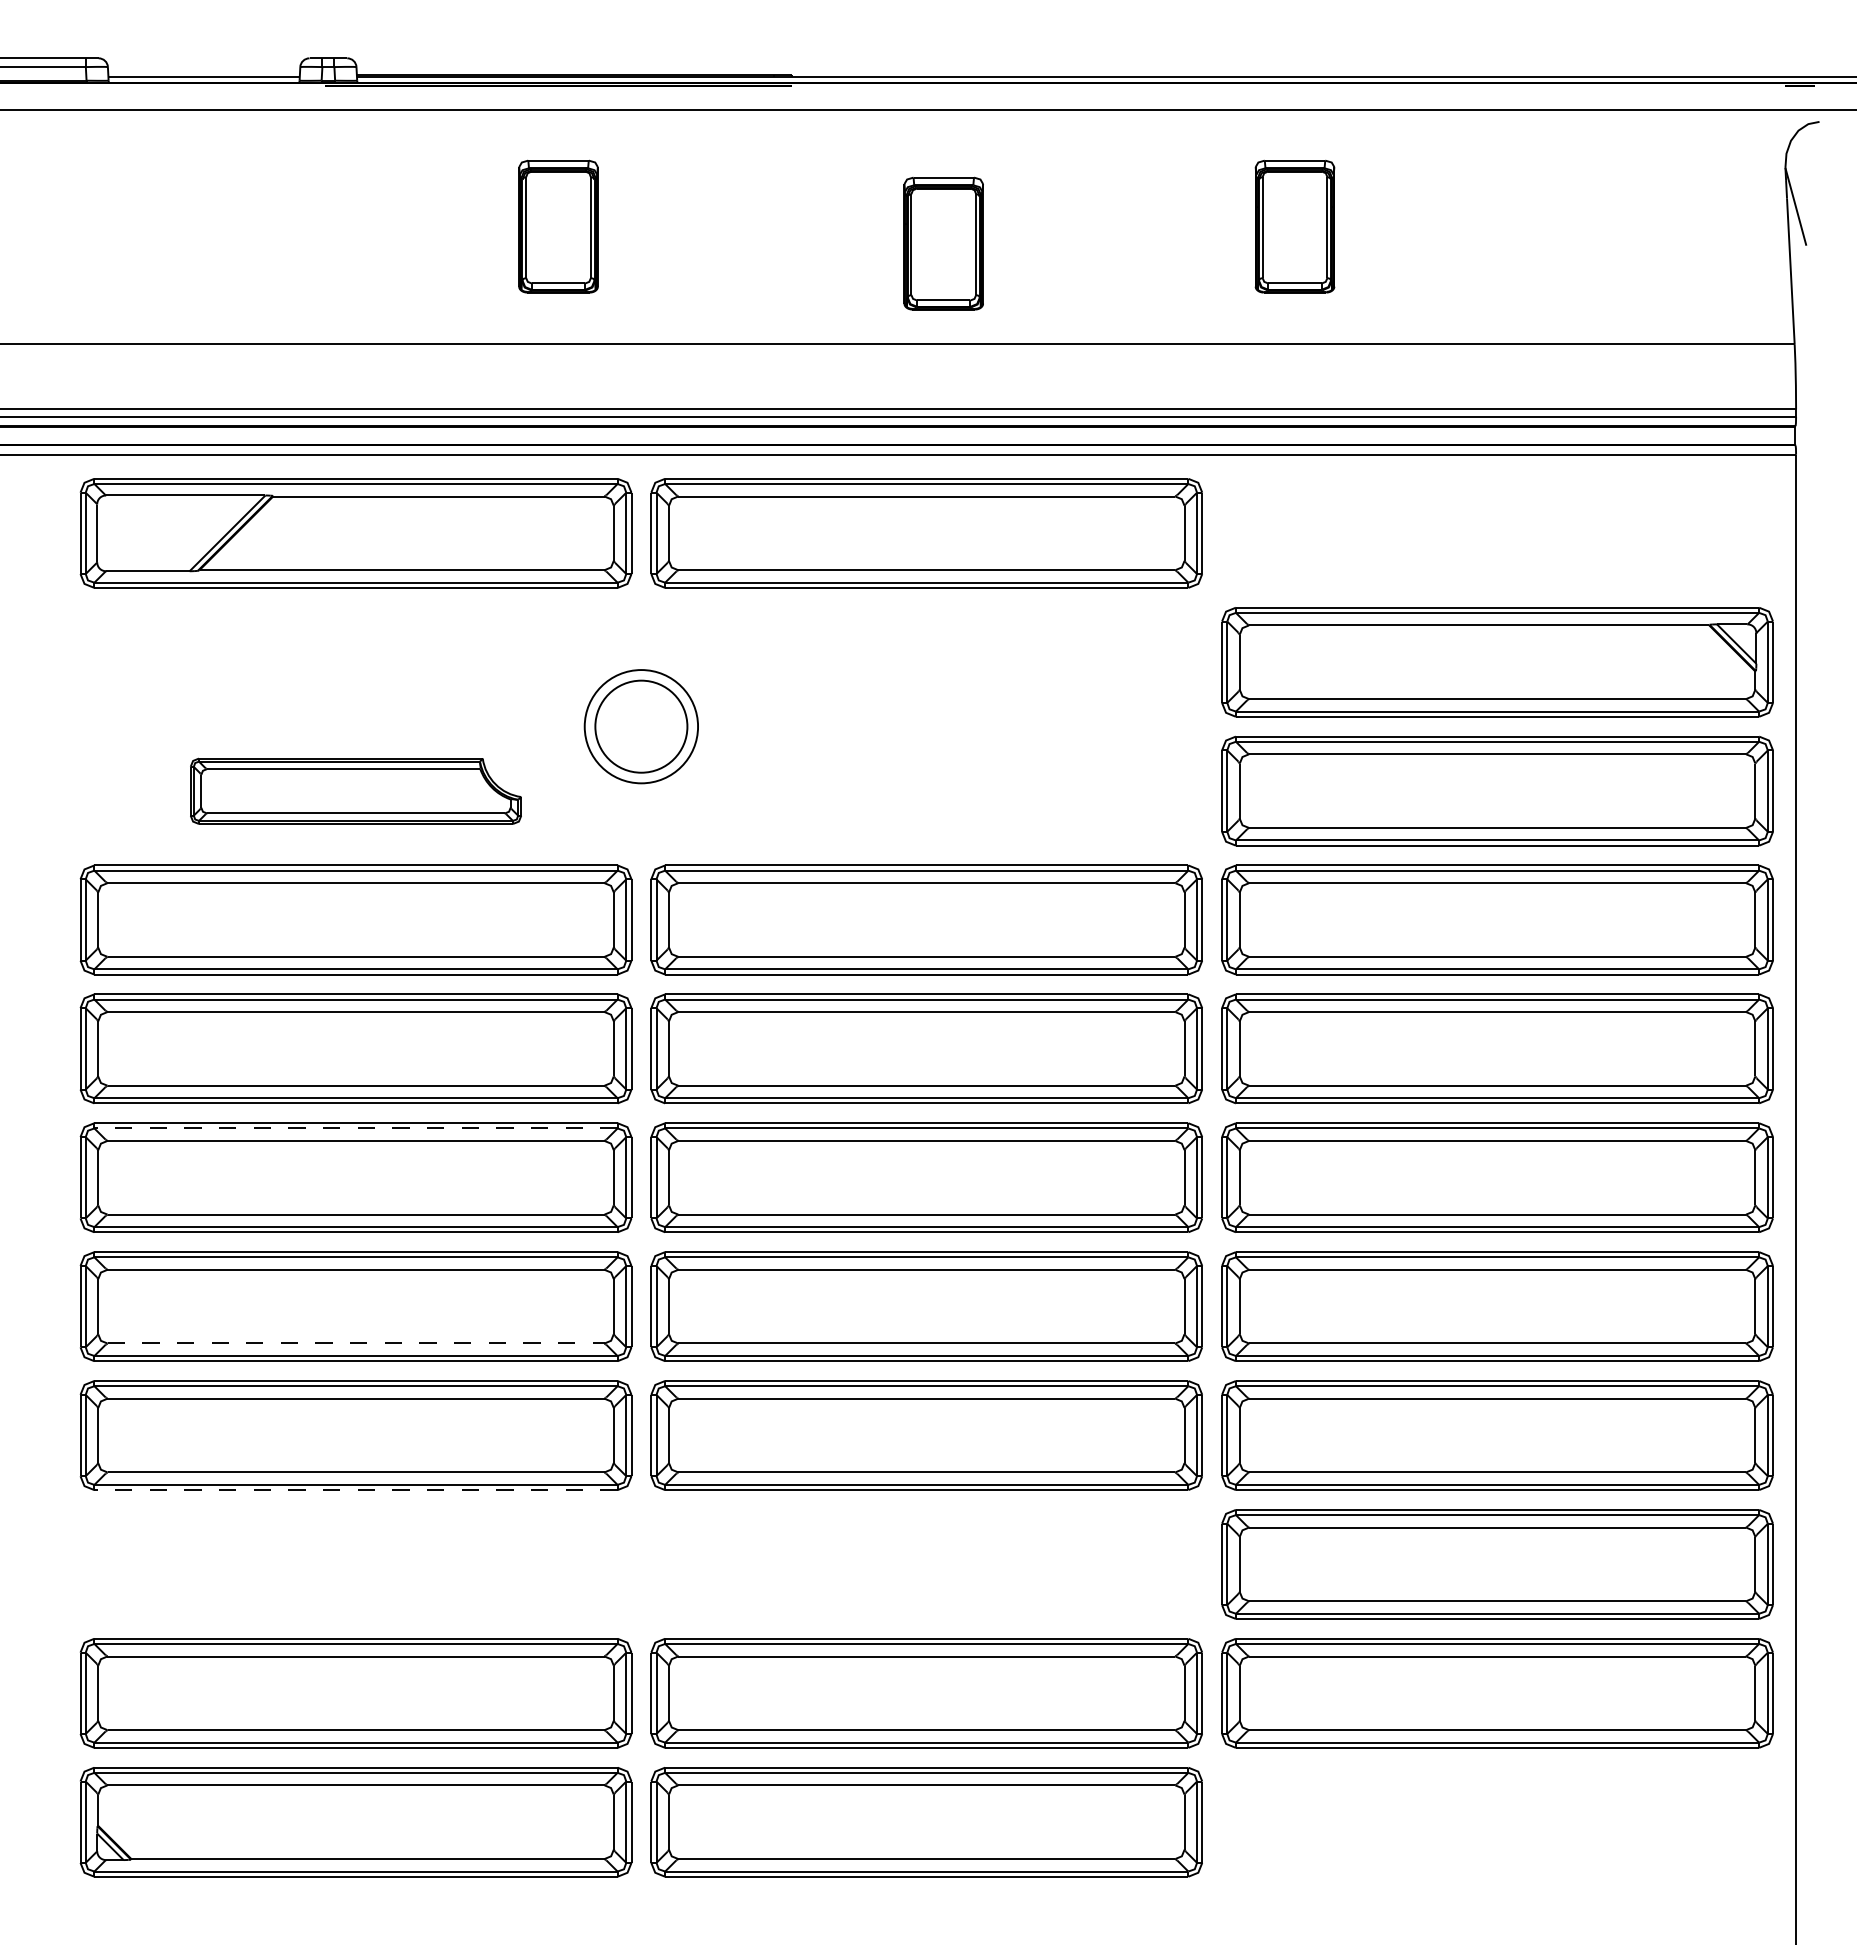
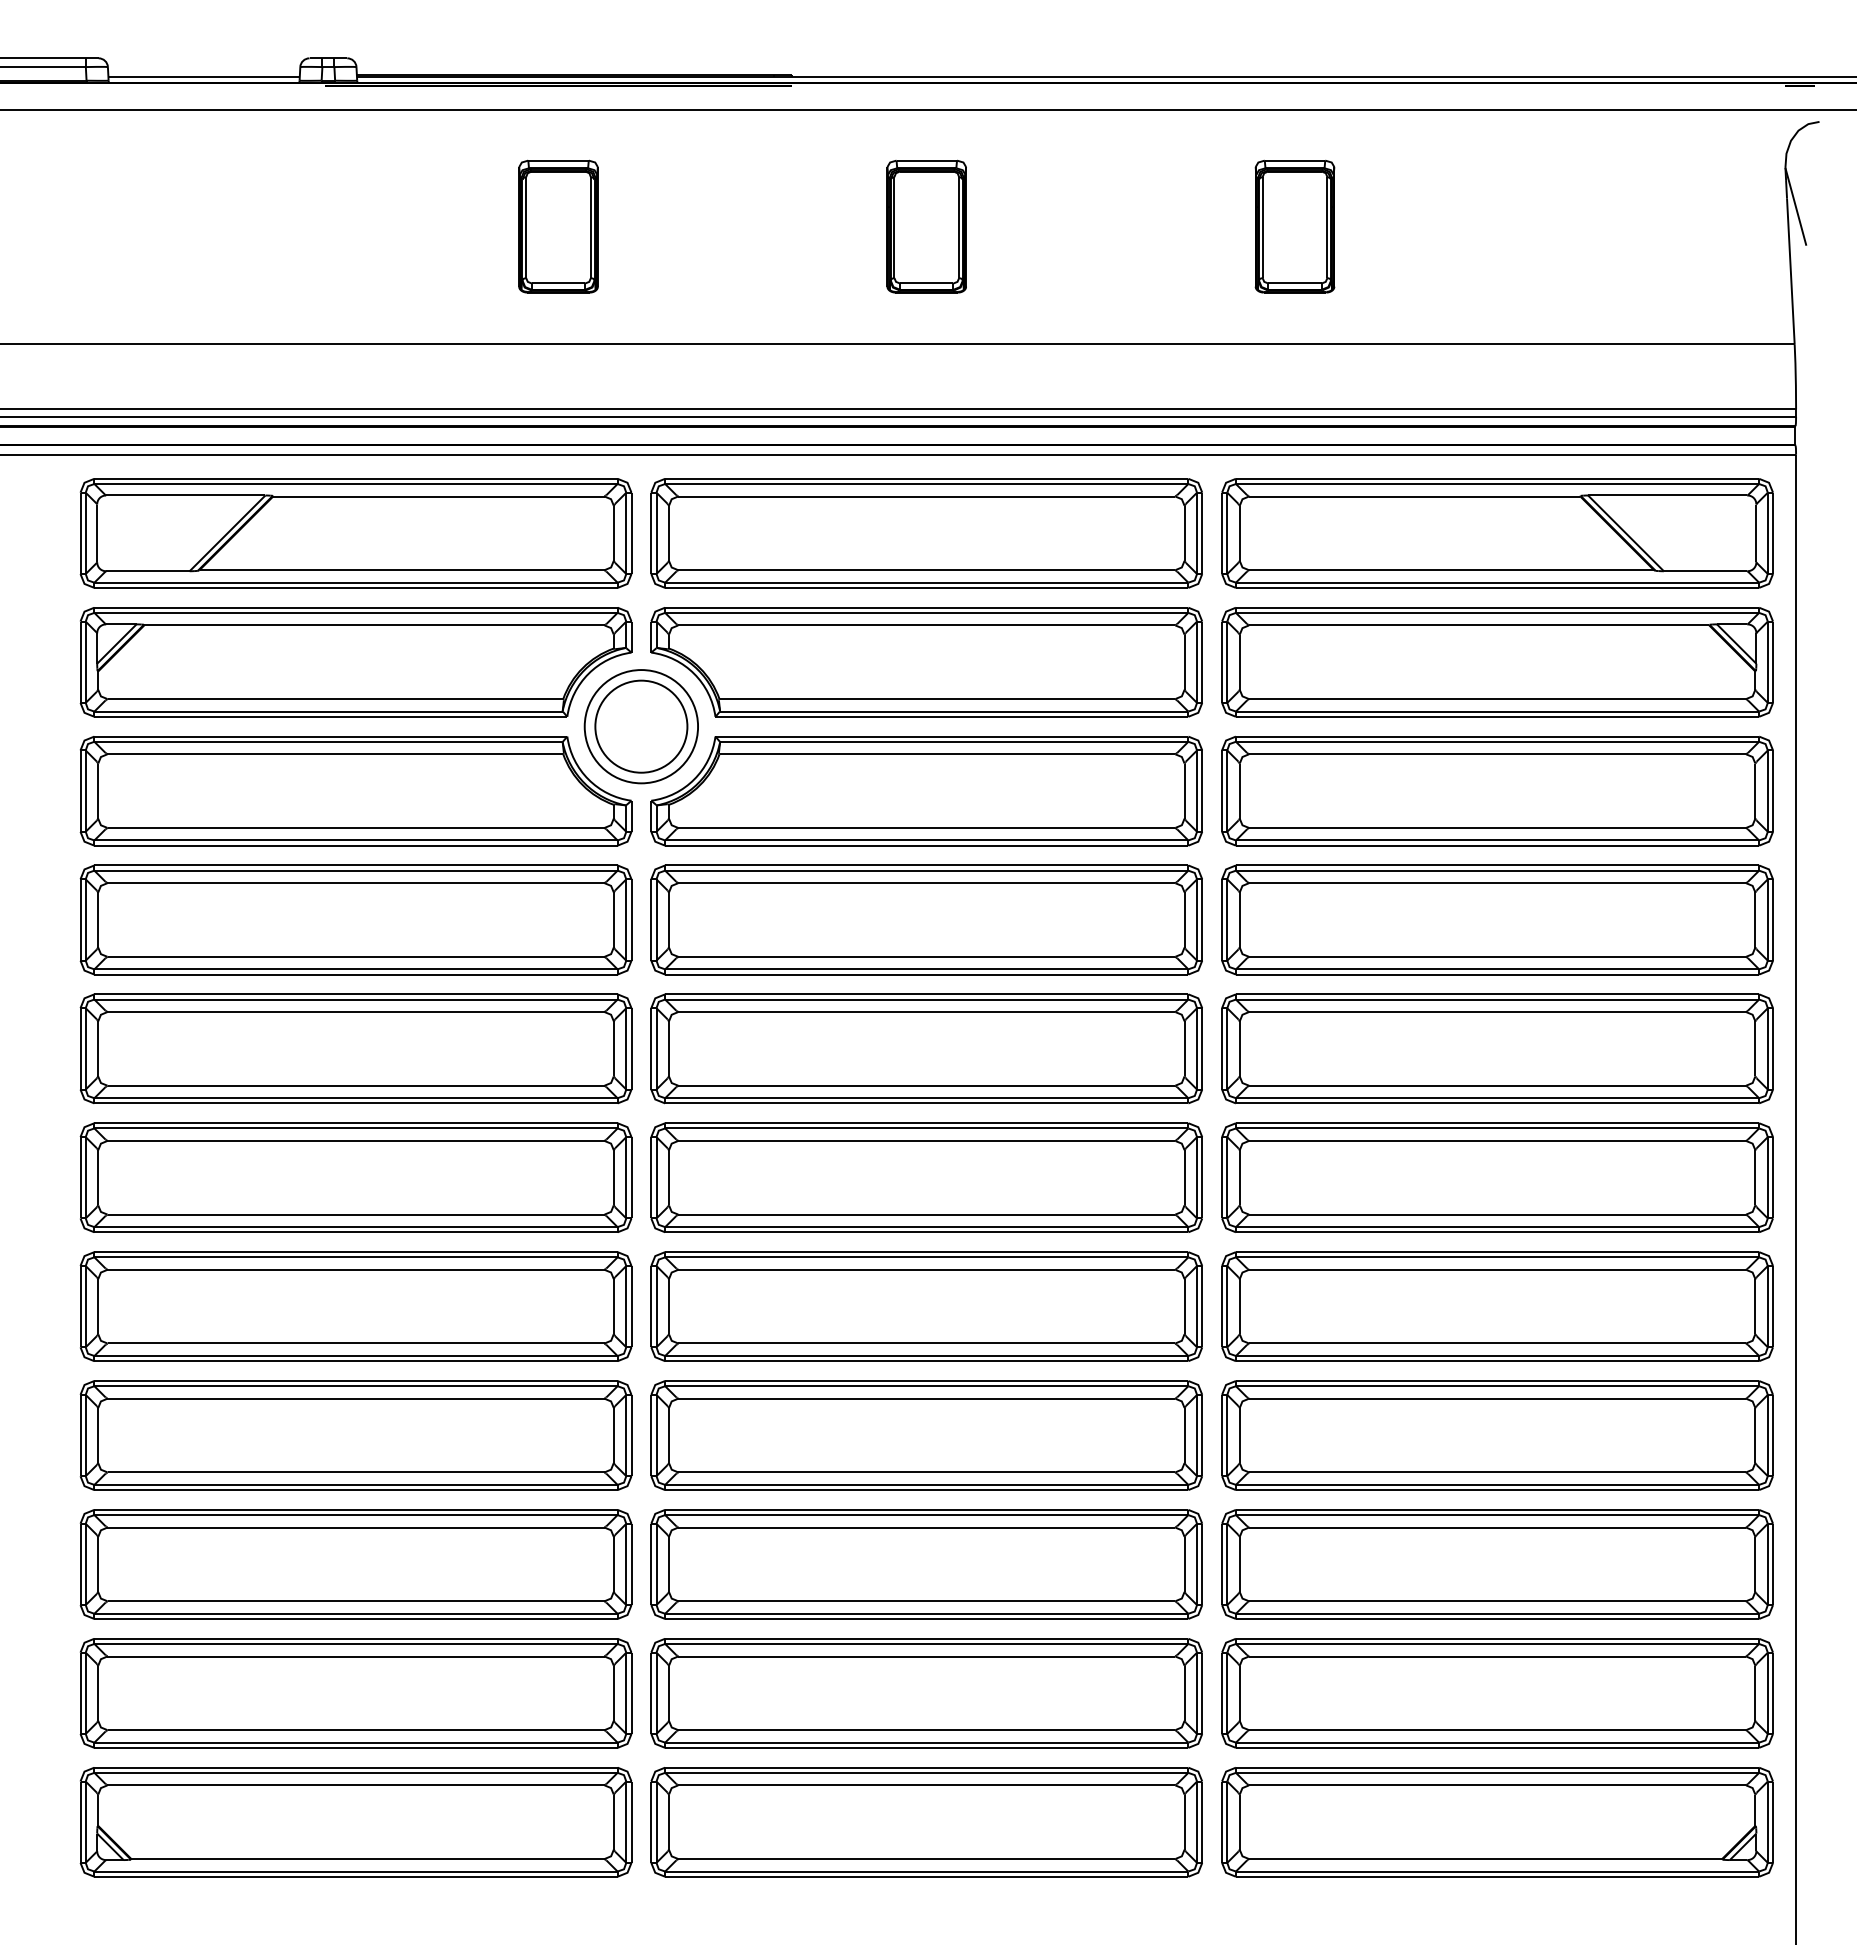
part at (943, 243) position: (943, 243) -> (926, 226)
part at (1497, 533): none -> present
part at (355, 662): none -> present
part at (926, 662): none -> present
part at (355, 790) size: 332x68 px -> 554x111 px
part at (926, 791): none -> present
line at (356, 1128): dashed -> solid
line at (356, 1343): dashed -> solid
line at (356, 1490): dashed -> solid
part at (355, 1564): none -> present
part at (926, 1564): none -> present
part at (1497, 1822): none -> present
